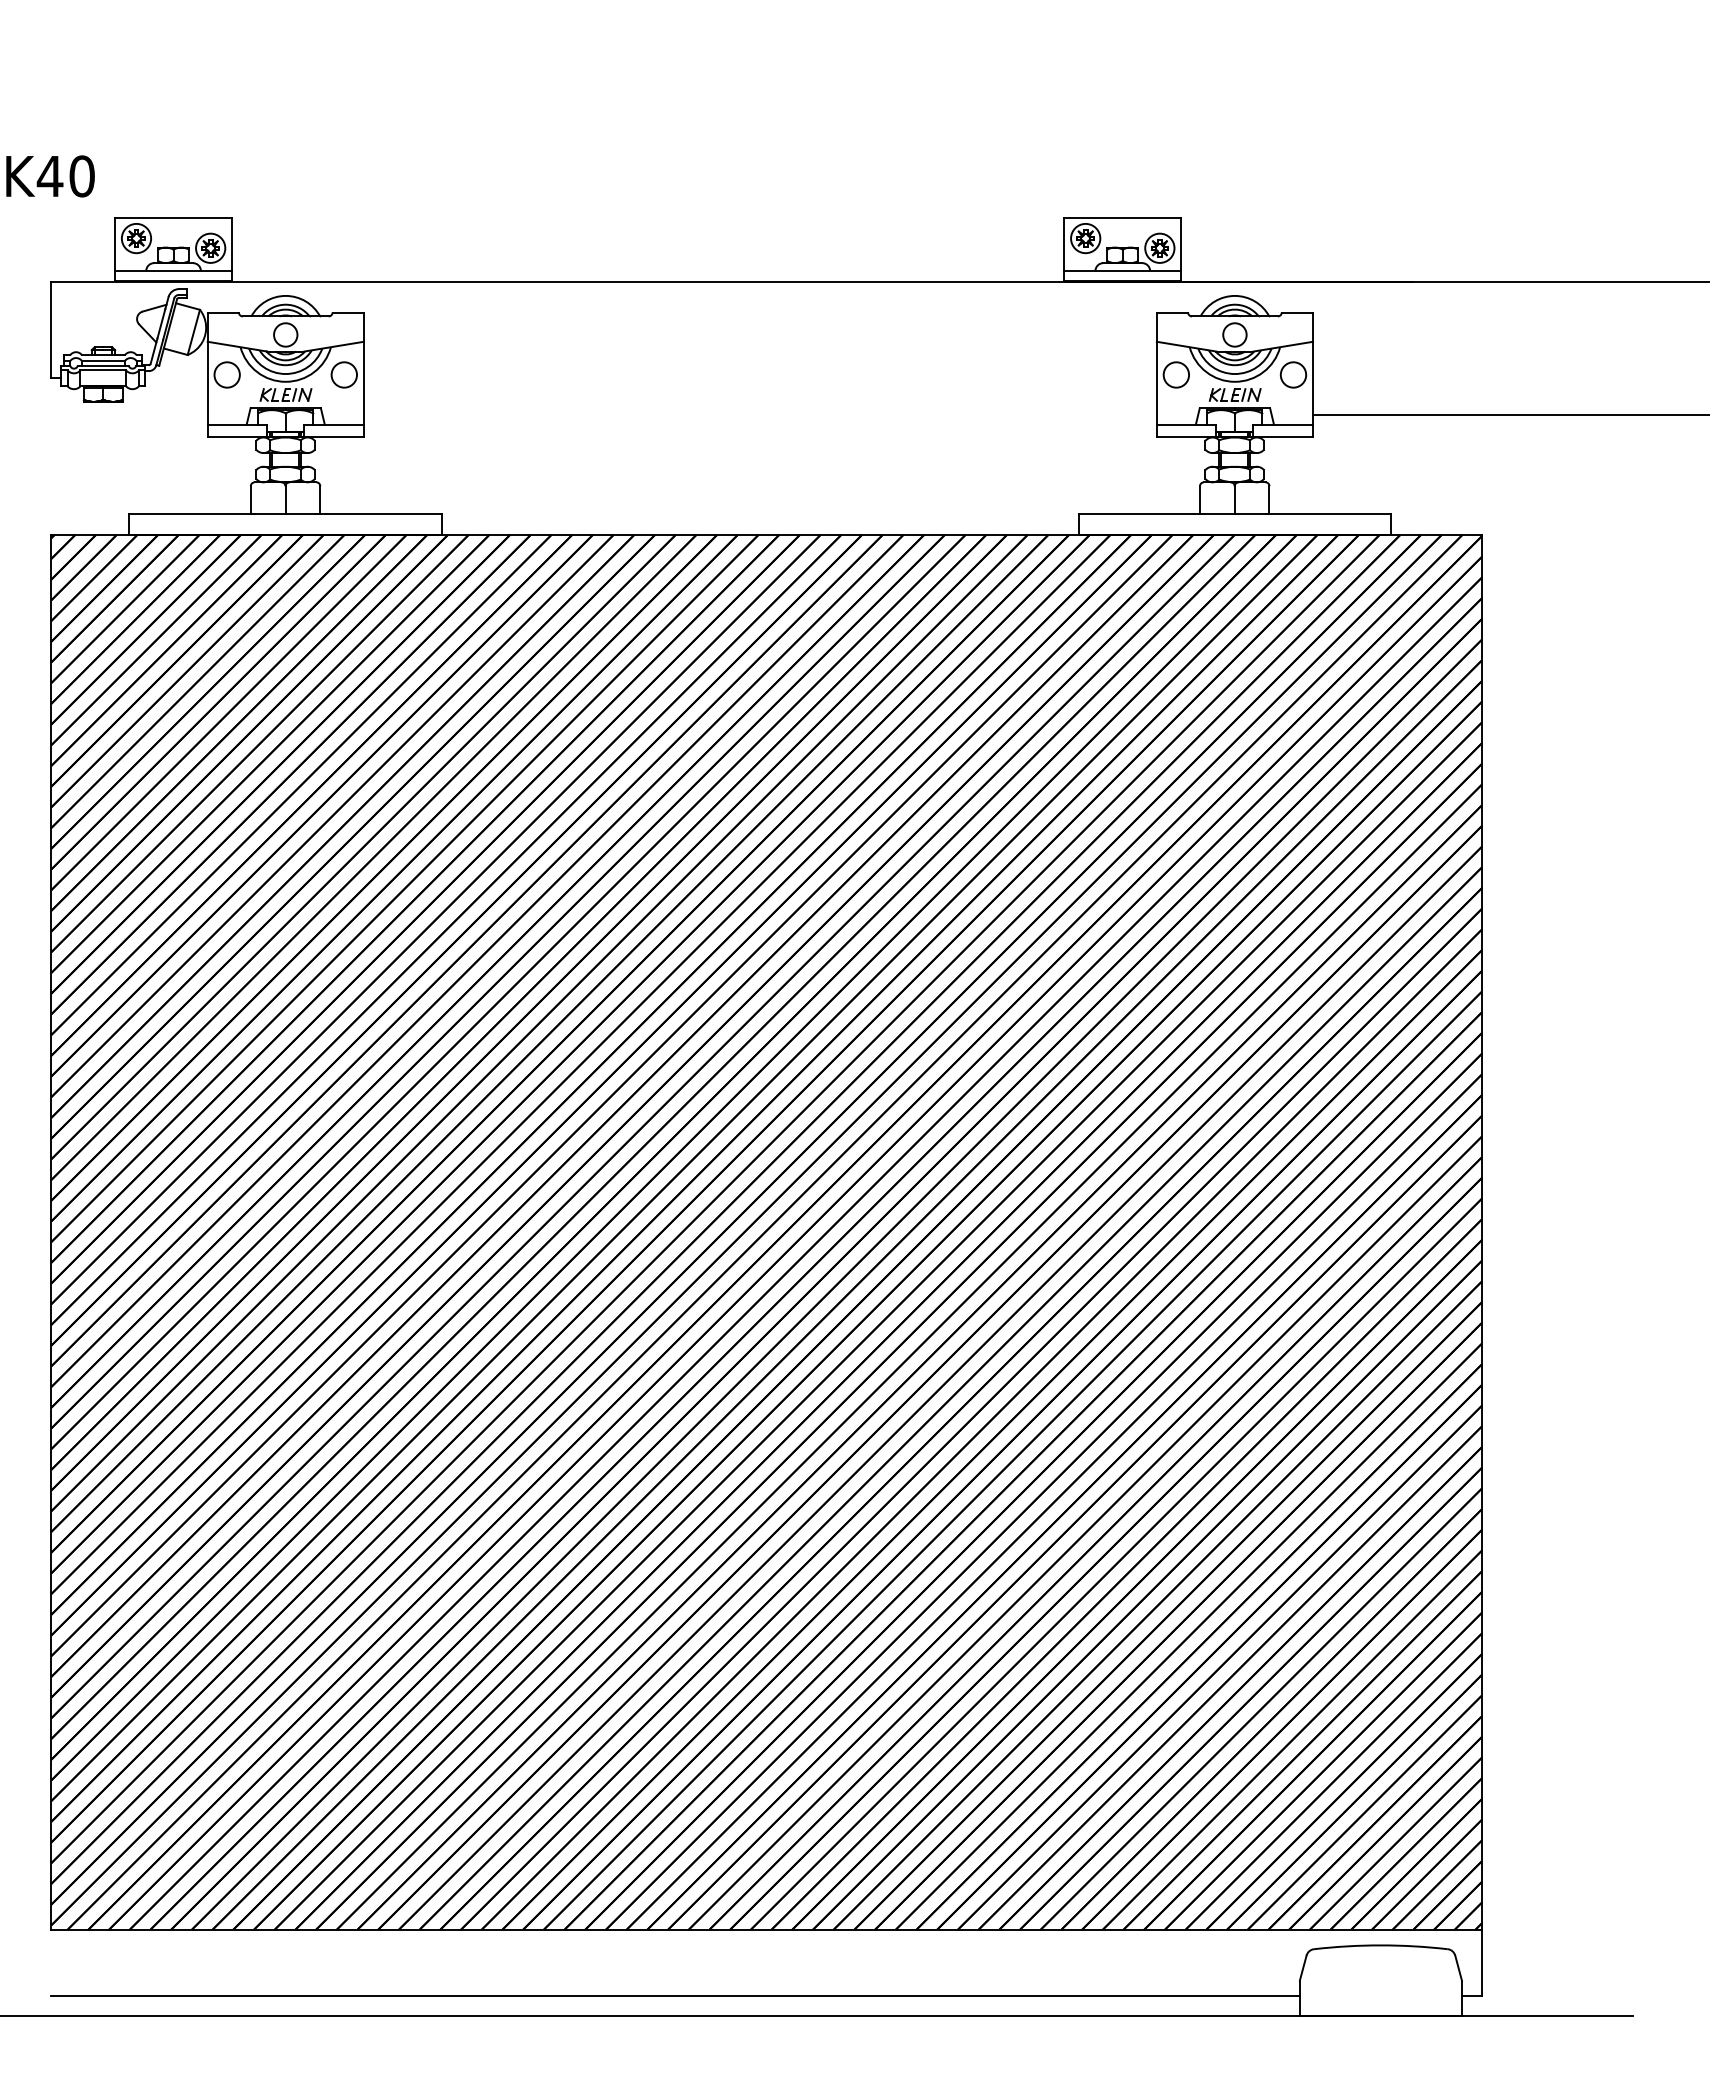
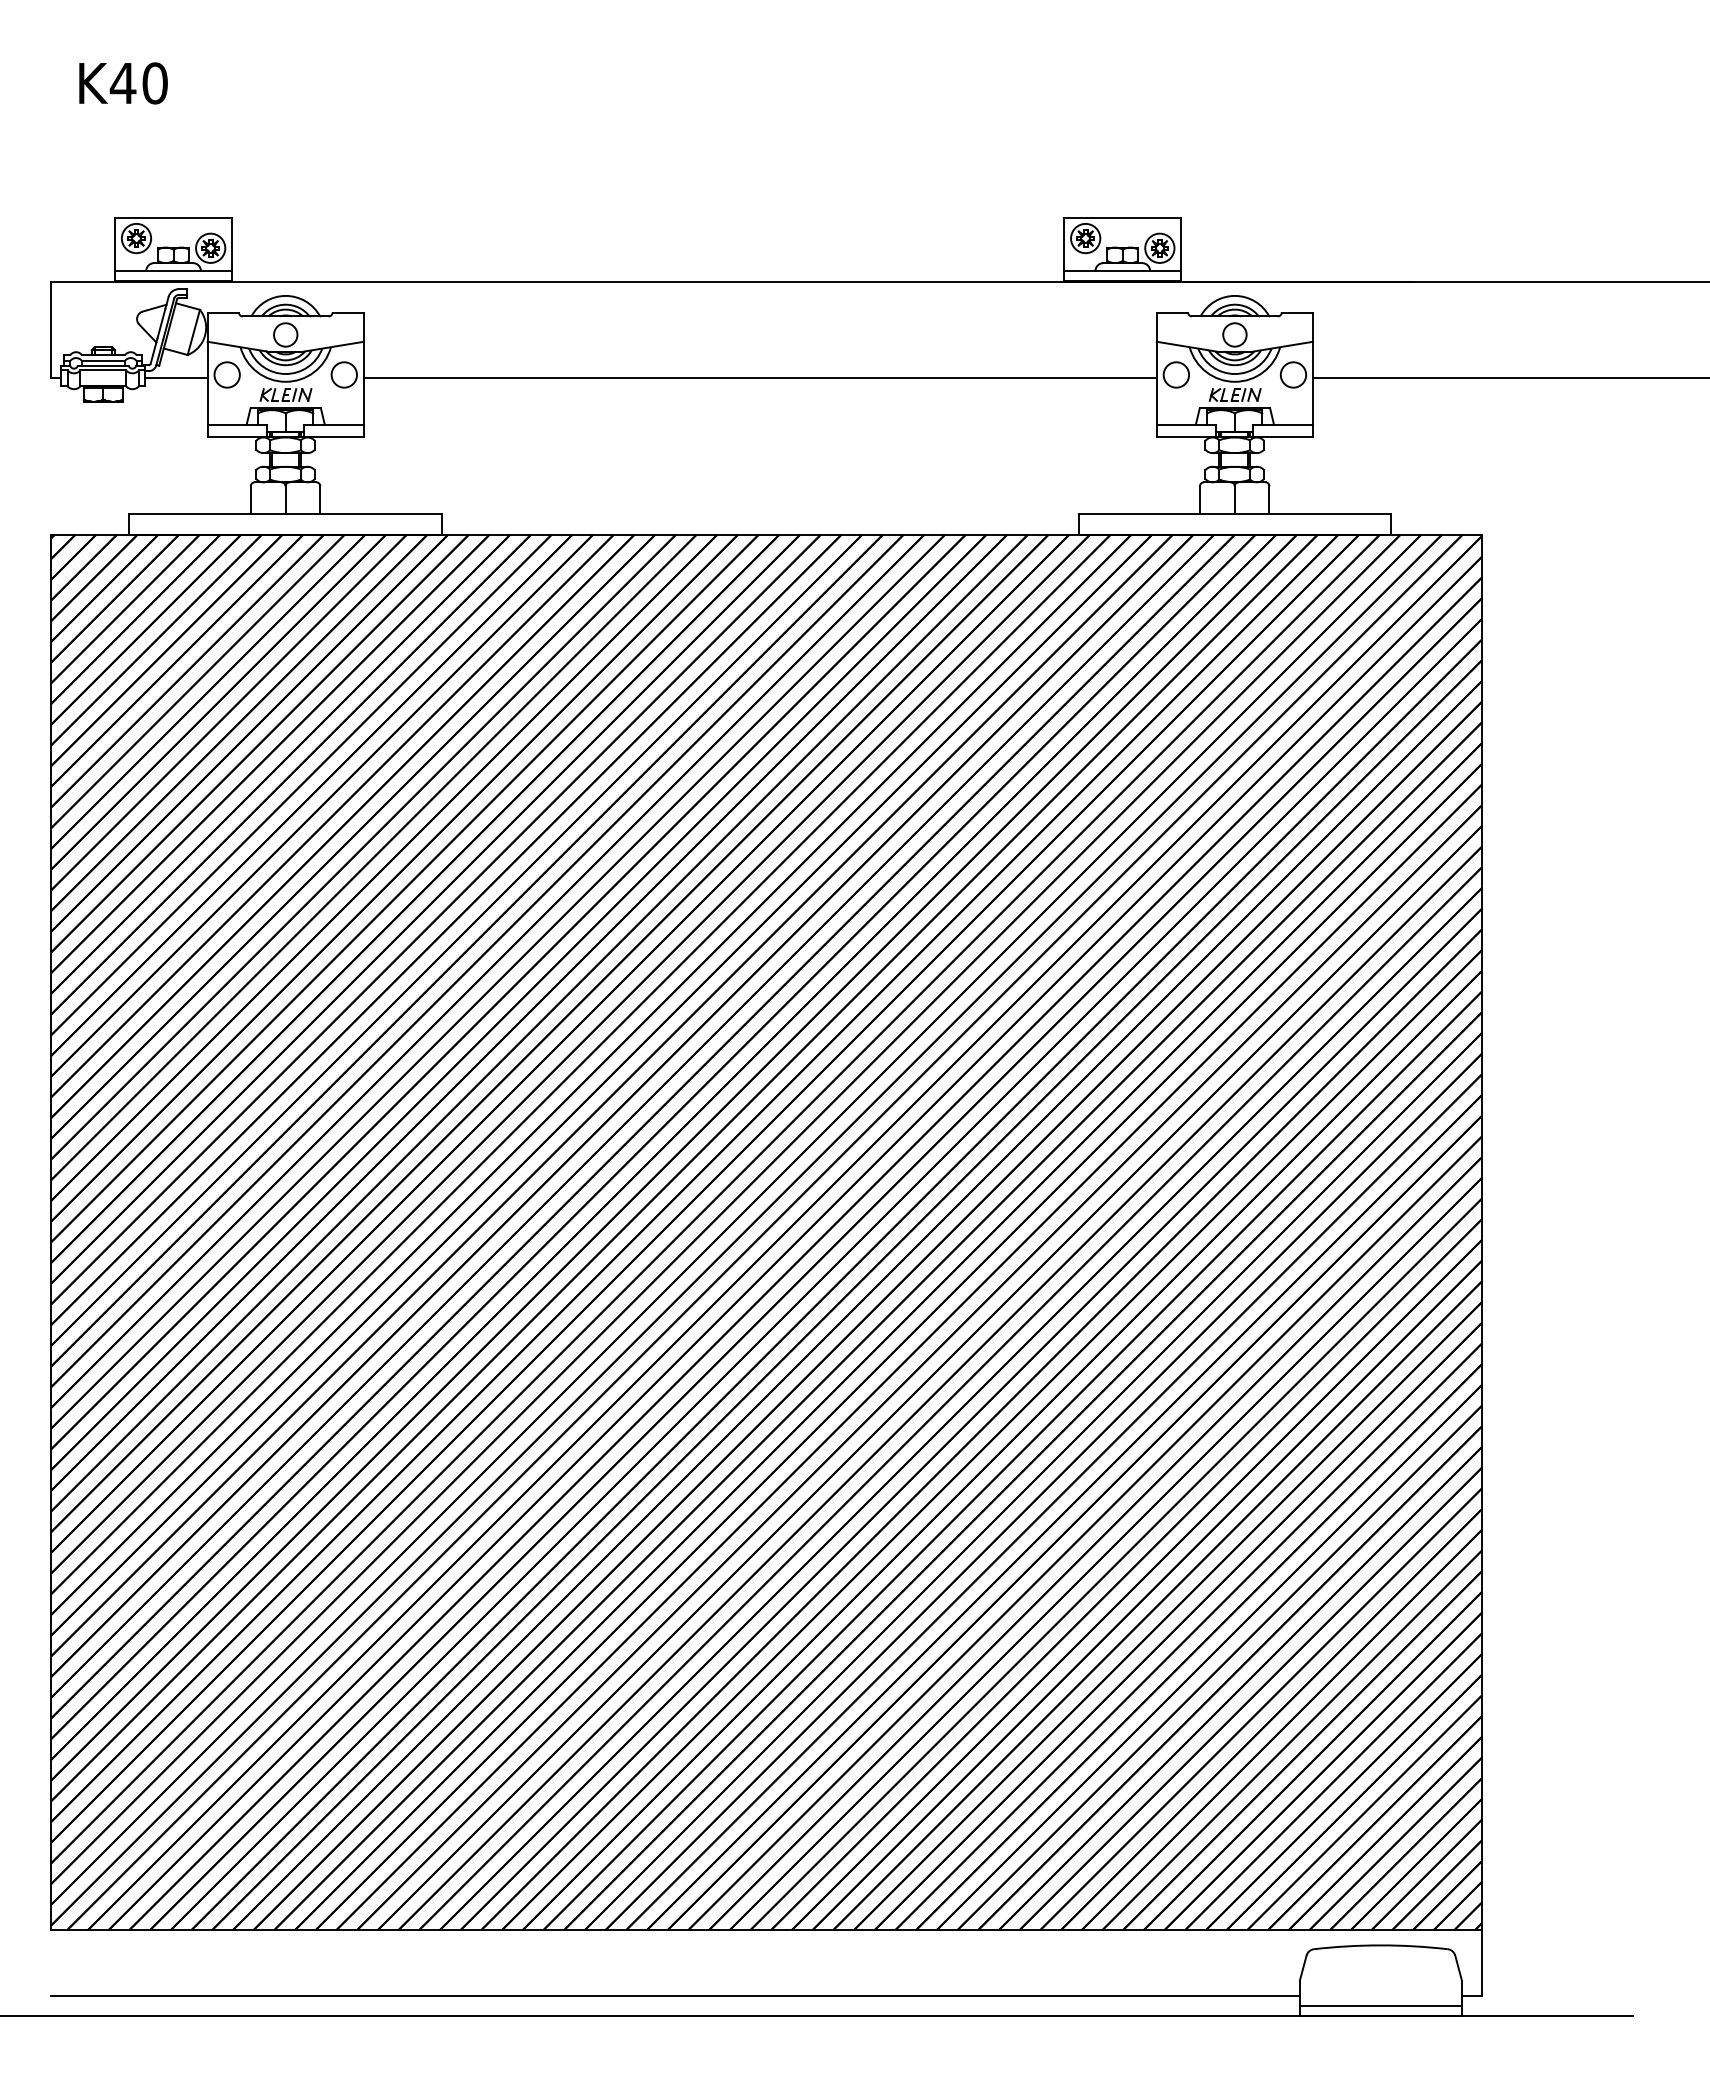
text at (50, 176) position: (50, 176) -> (123, 83)
line at (176, 378): none -> present
line at (759, 378): none -> present
line at (1509, 415) position: (1509, 415) -> (1509, 378)
line at (1380, 2005): none -> present
